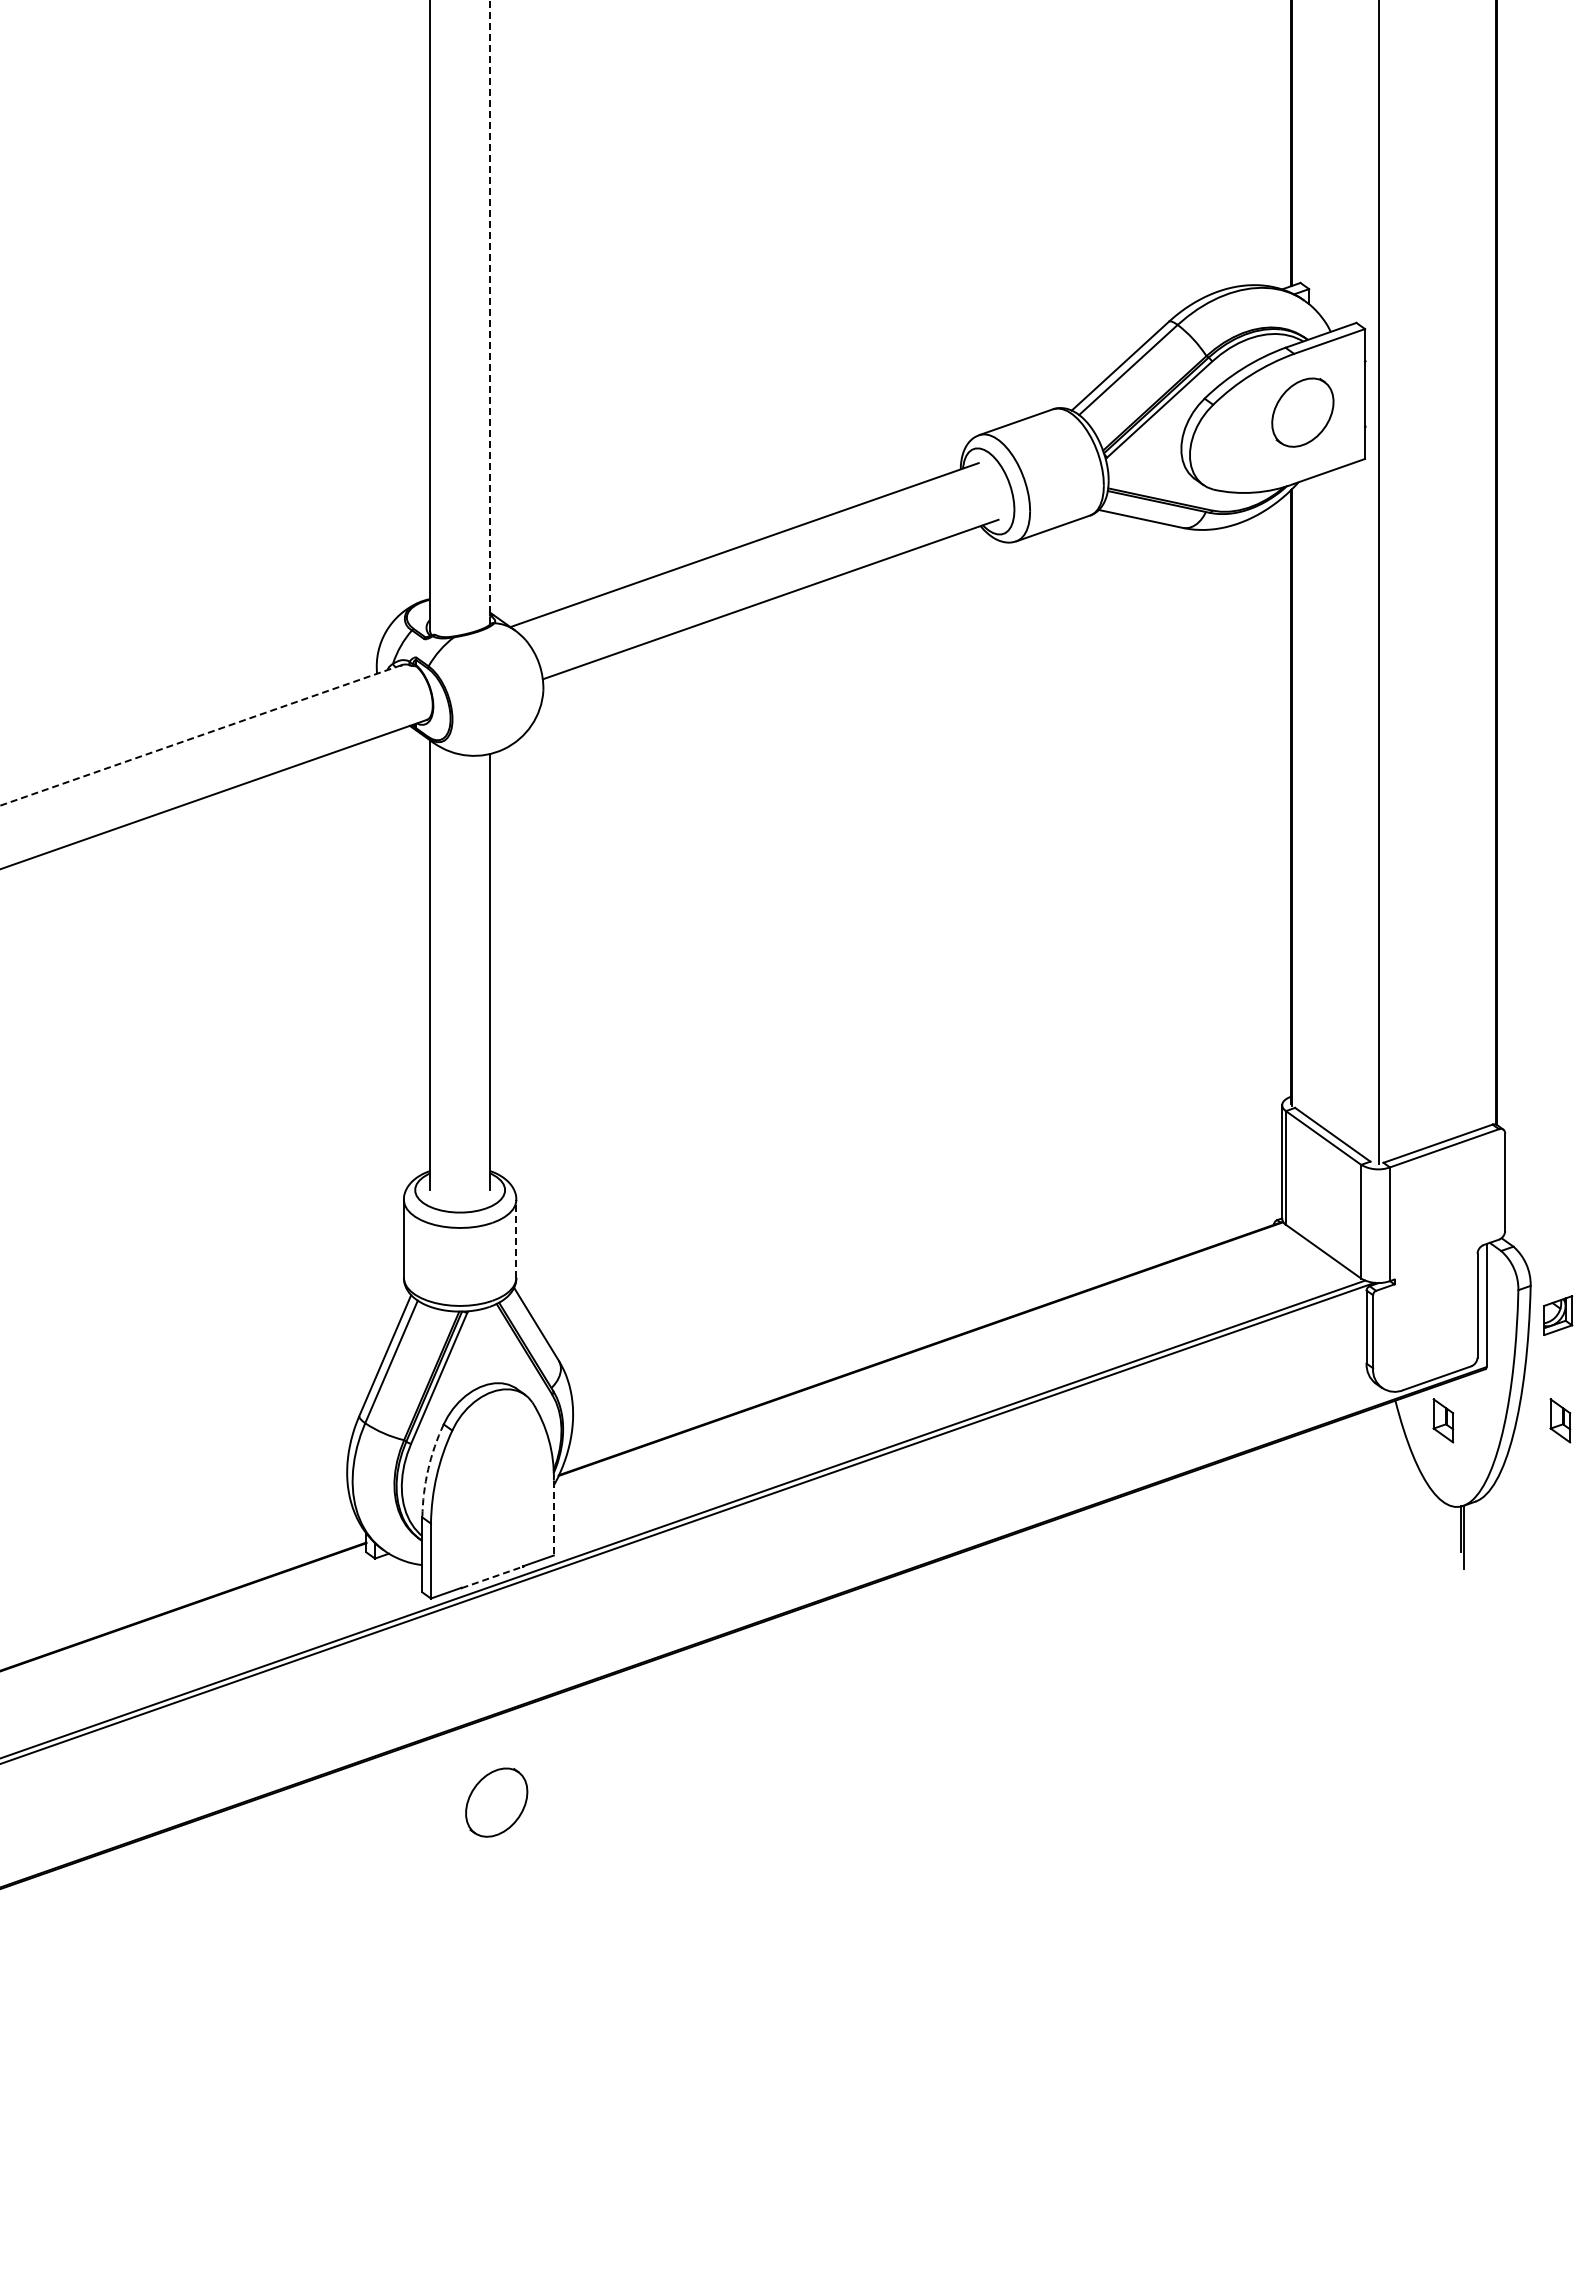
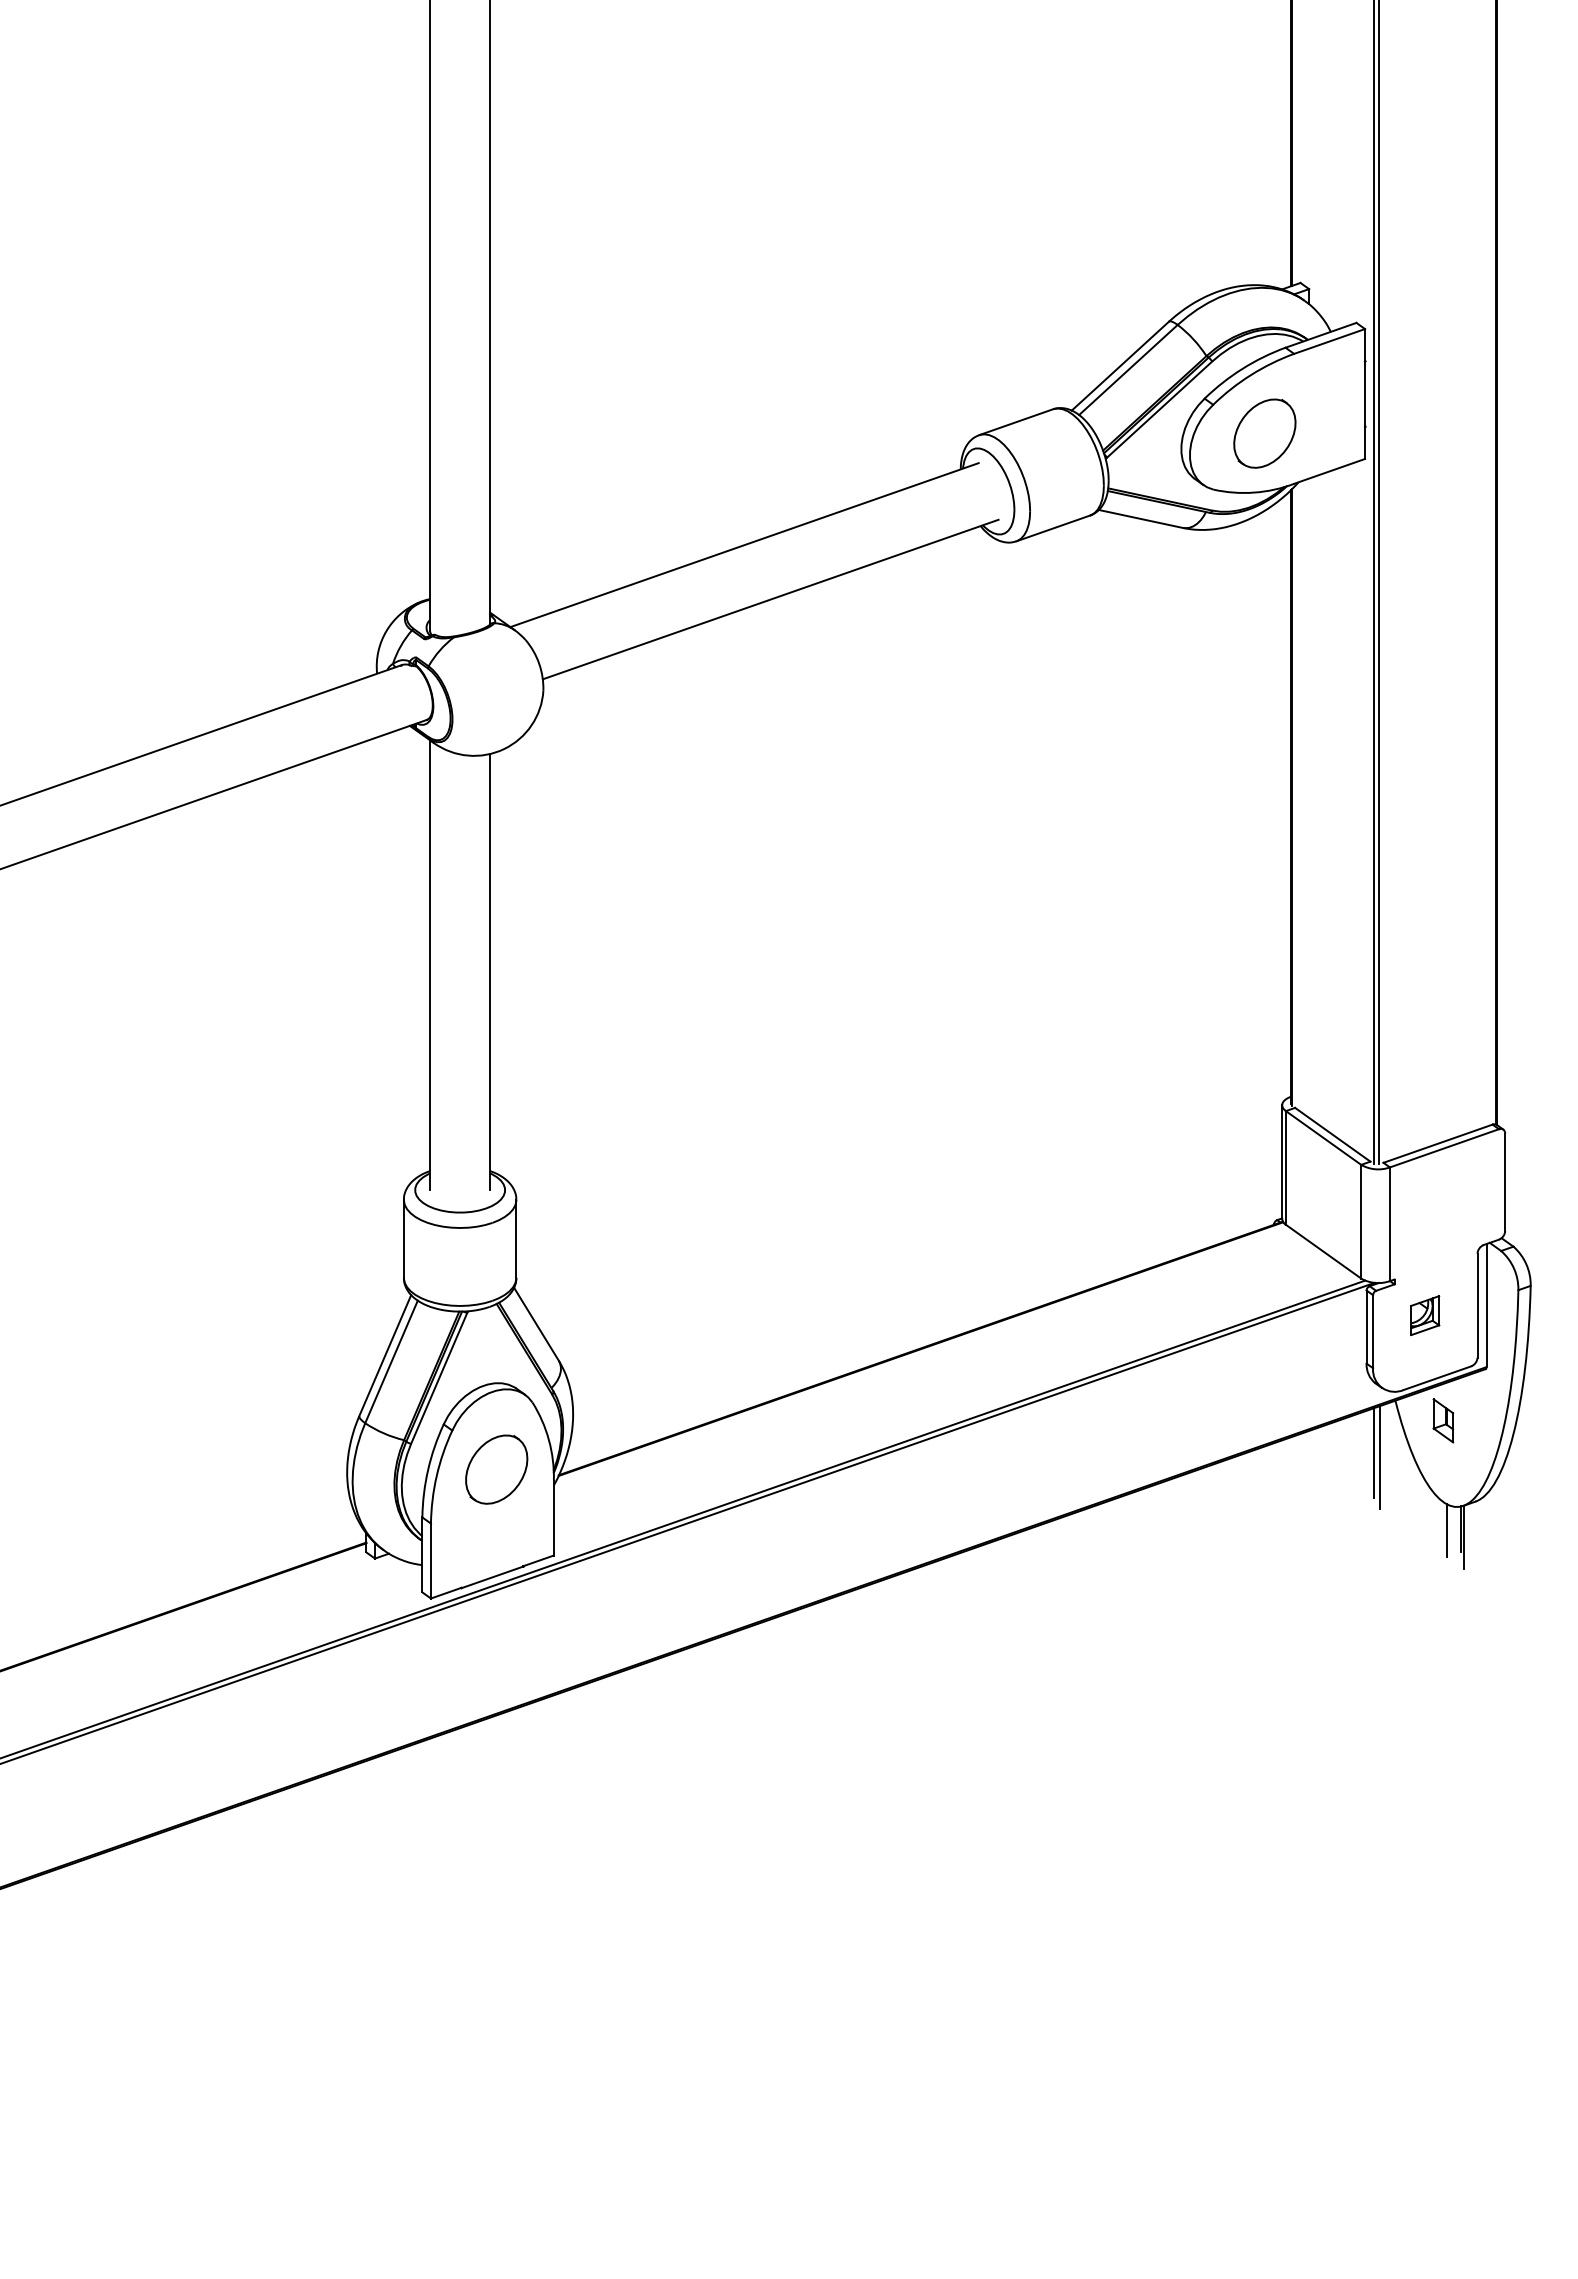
line at (490, 312): dashed -> solid
part at (1302, 412) position: (1302, 412) -> (1264, 433)
line at (1373, 582): none -> present
line at (200, 735): dashed -> solid
line at (516, 1238): dashed -> solid
part at (1558, 1315) position: (1558, 1315) -> (1425, 1315)
part at (1560, 1420): present -> none
line at (1373, 1453): none -> present
line at (1380, 1457): none -> present
arc at (428, 1469): dashed -> solid
line at (553, 1518): dashed -> solid
line at (1447, 1530): none -> present
line at (493, 1577): dashed -> solid
part at (496, 1802) position: (496, 1802) -> (496, 1469)
